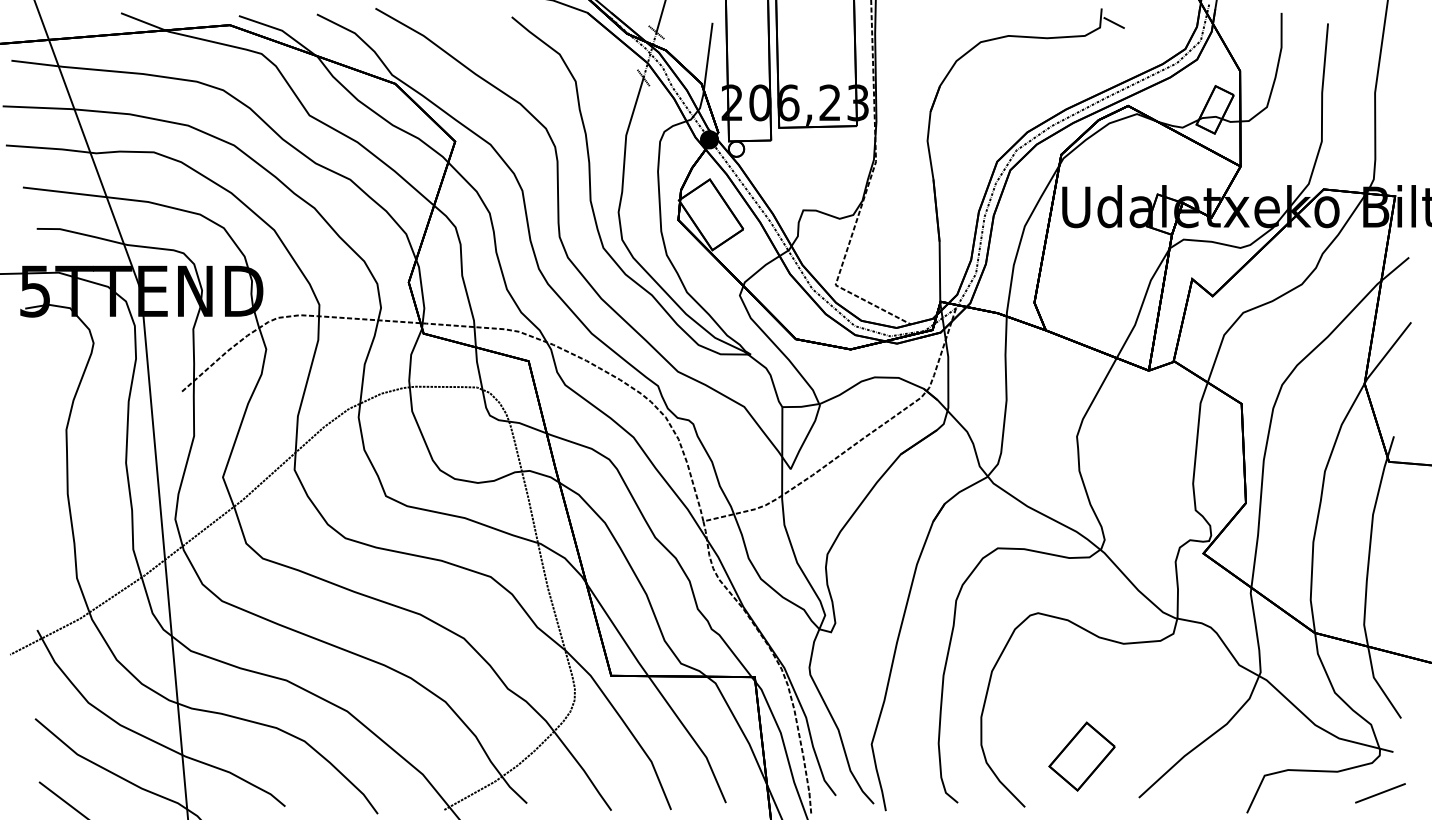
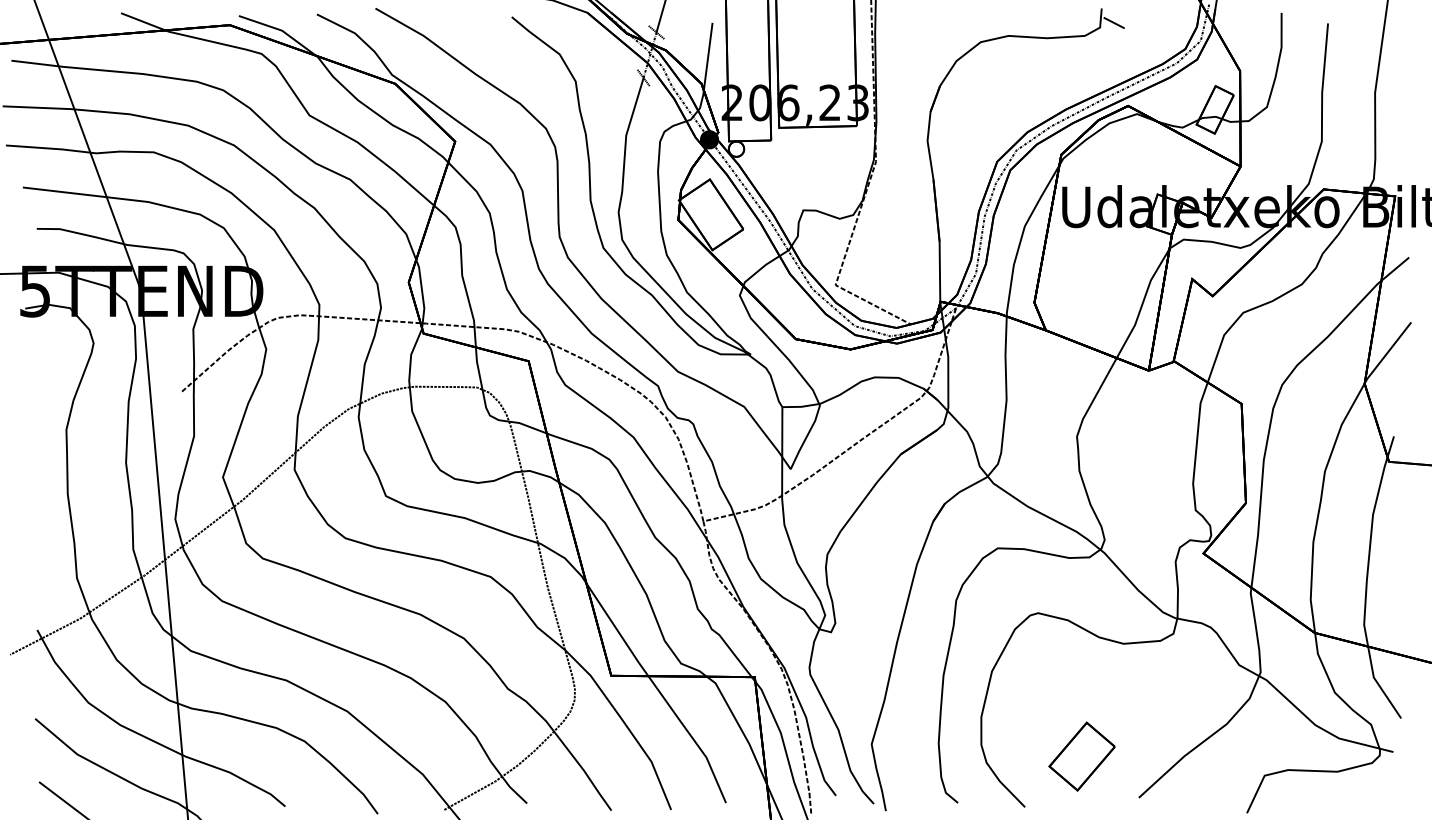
line at (1380, 793): present -> none
